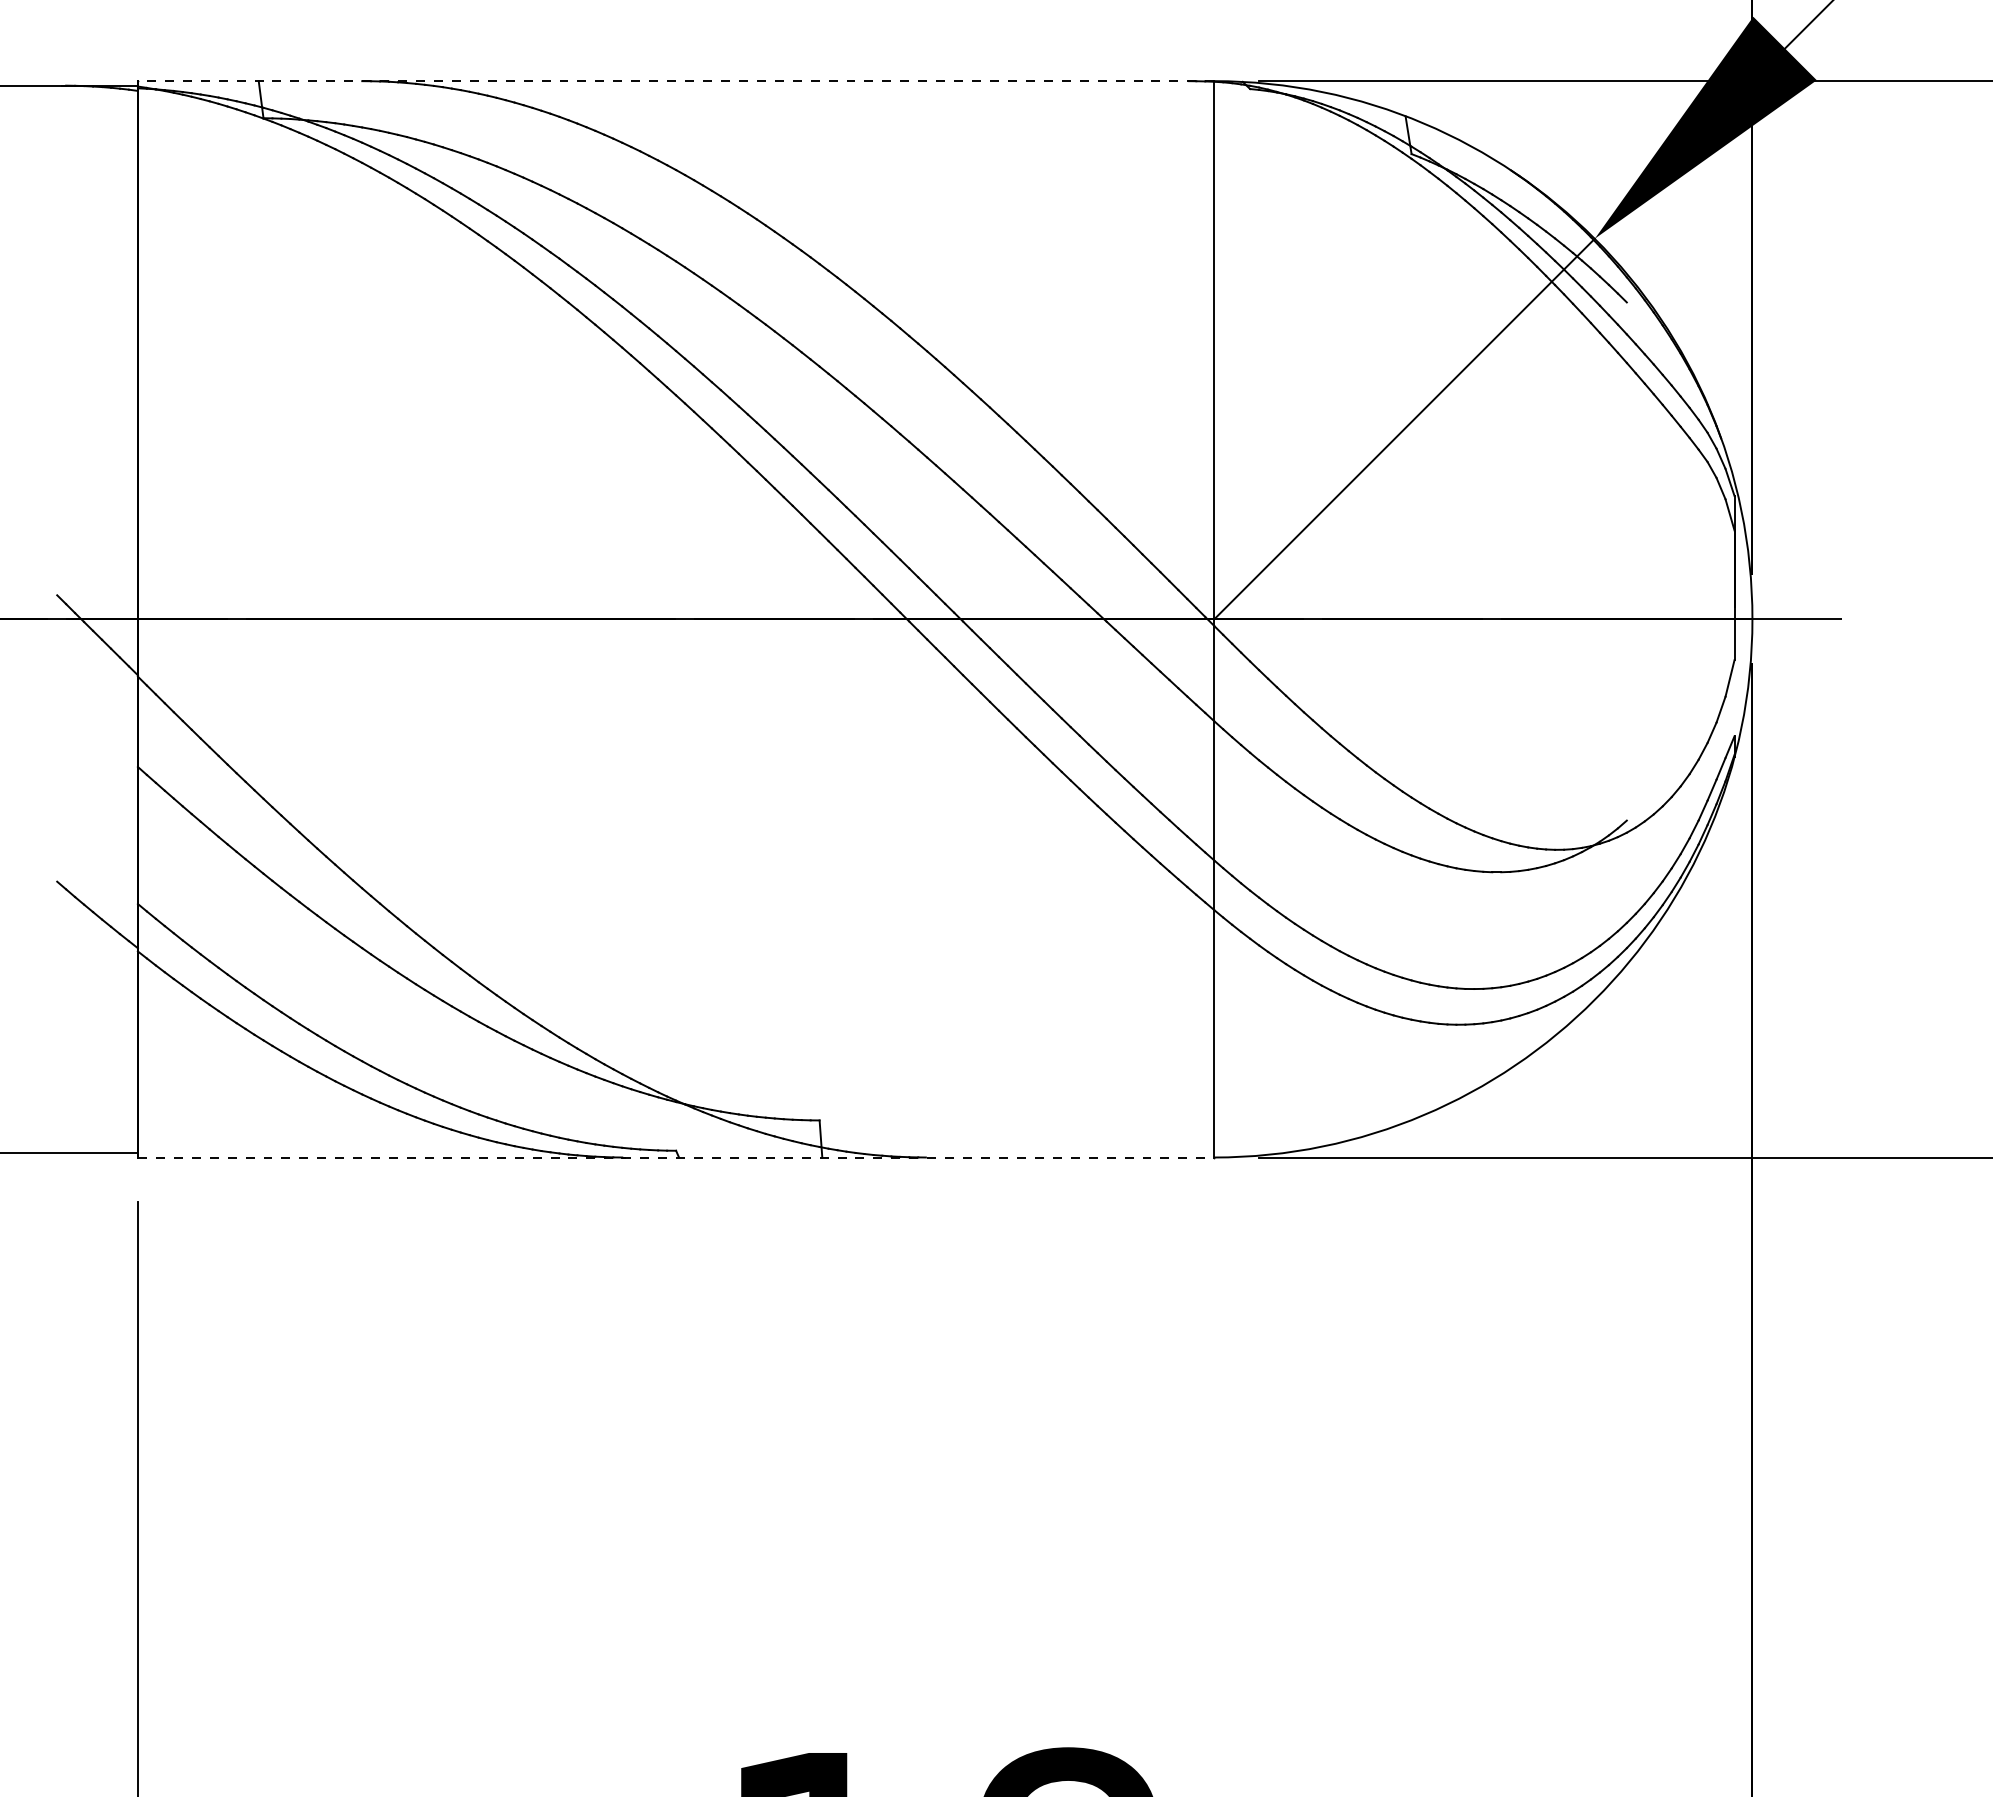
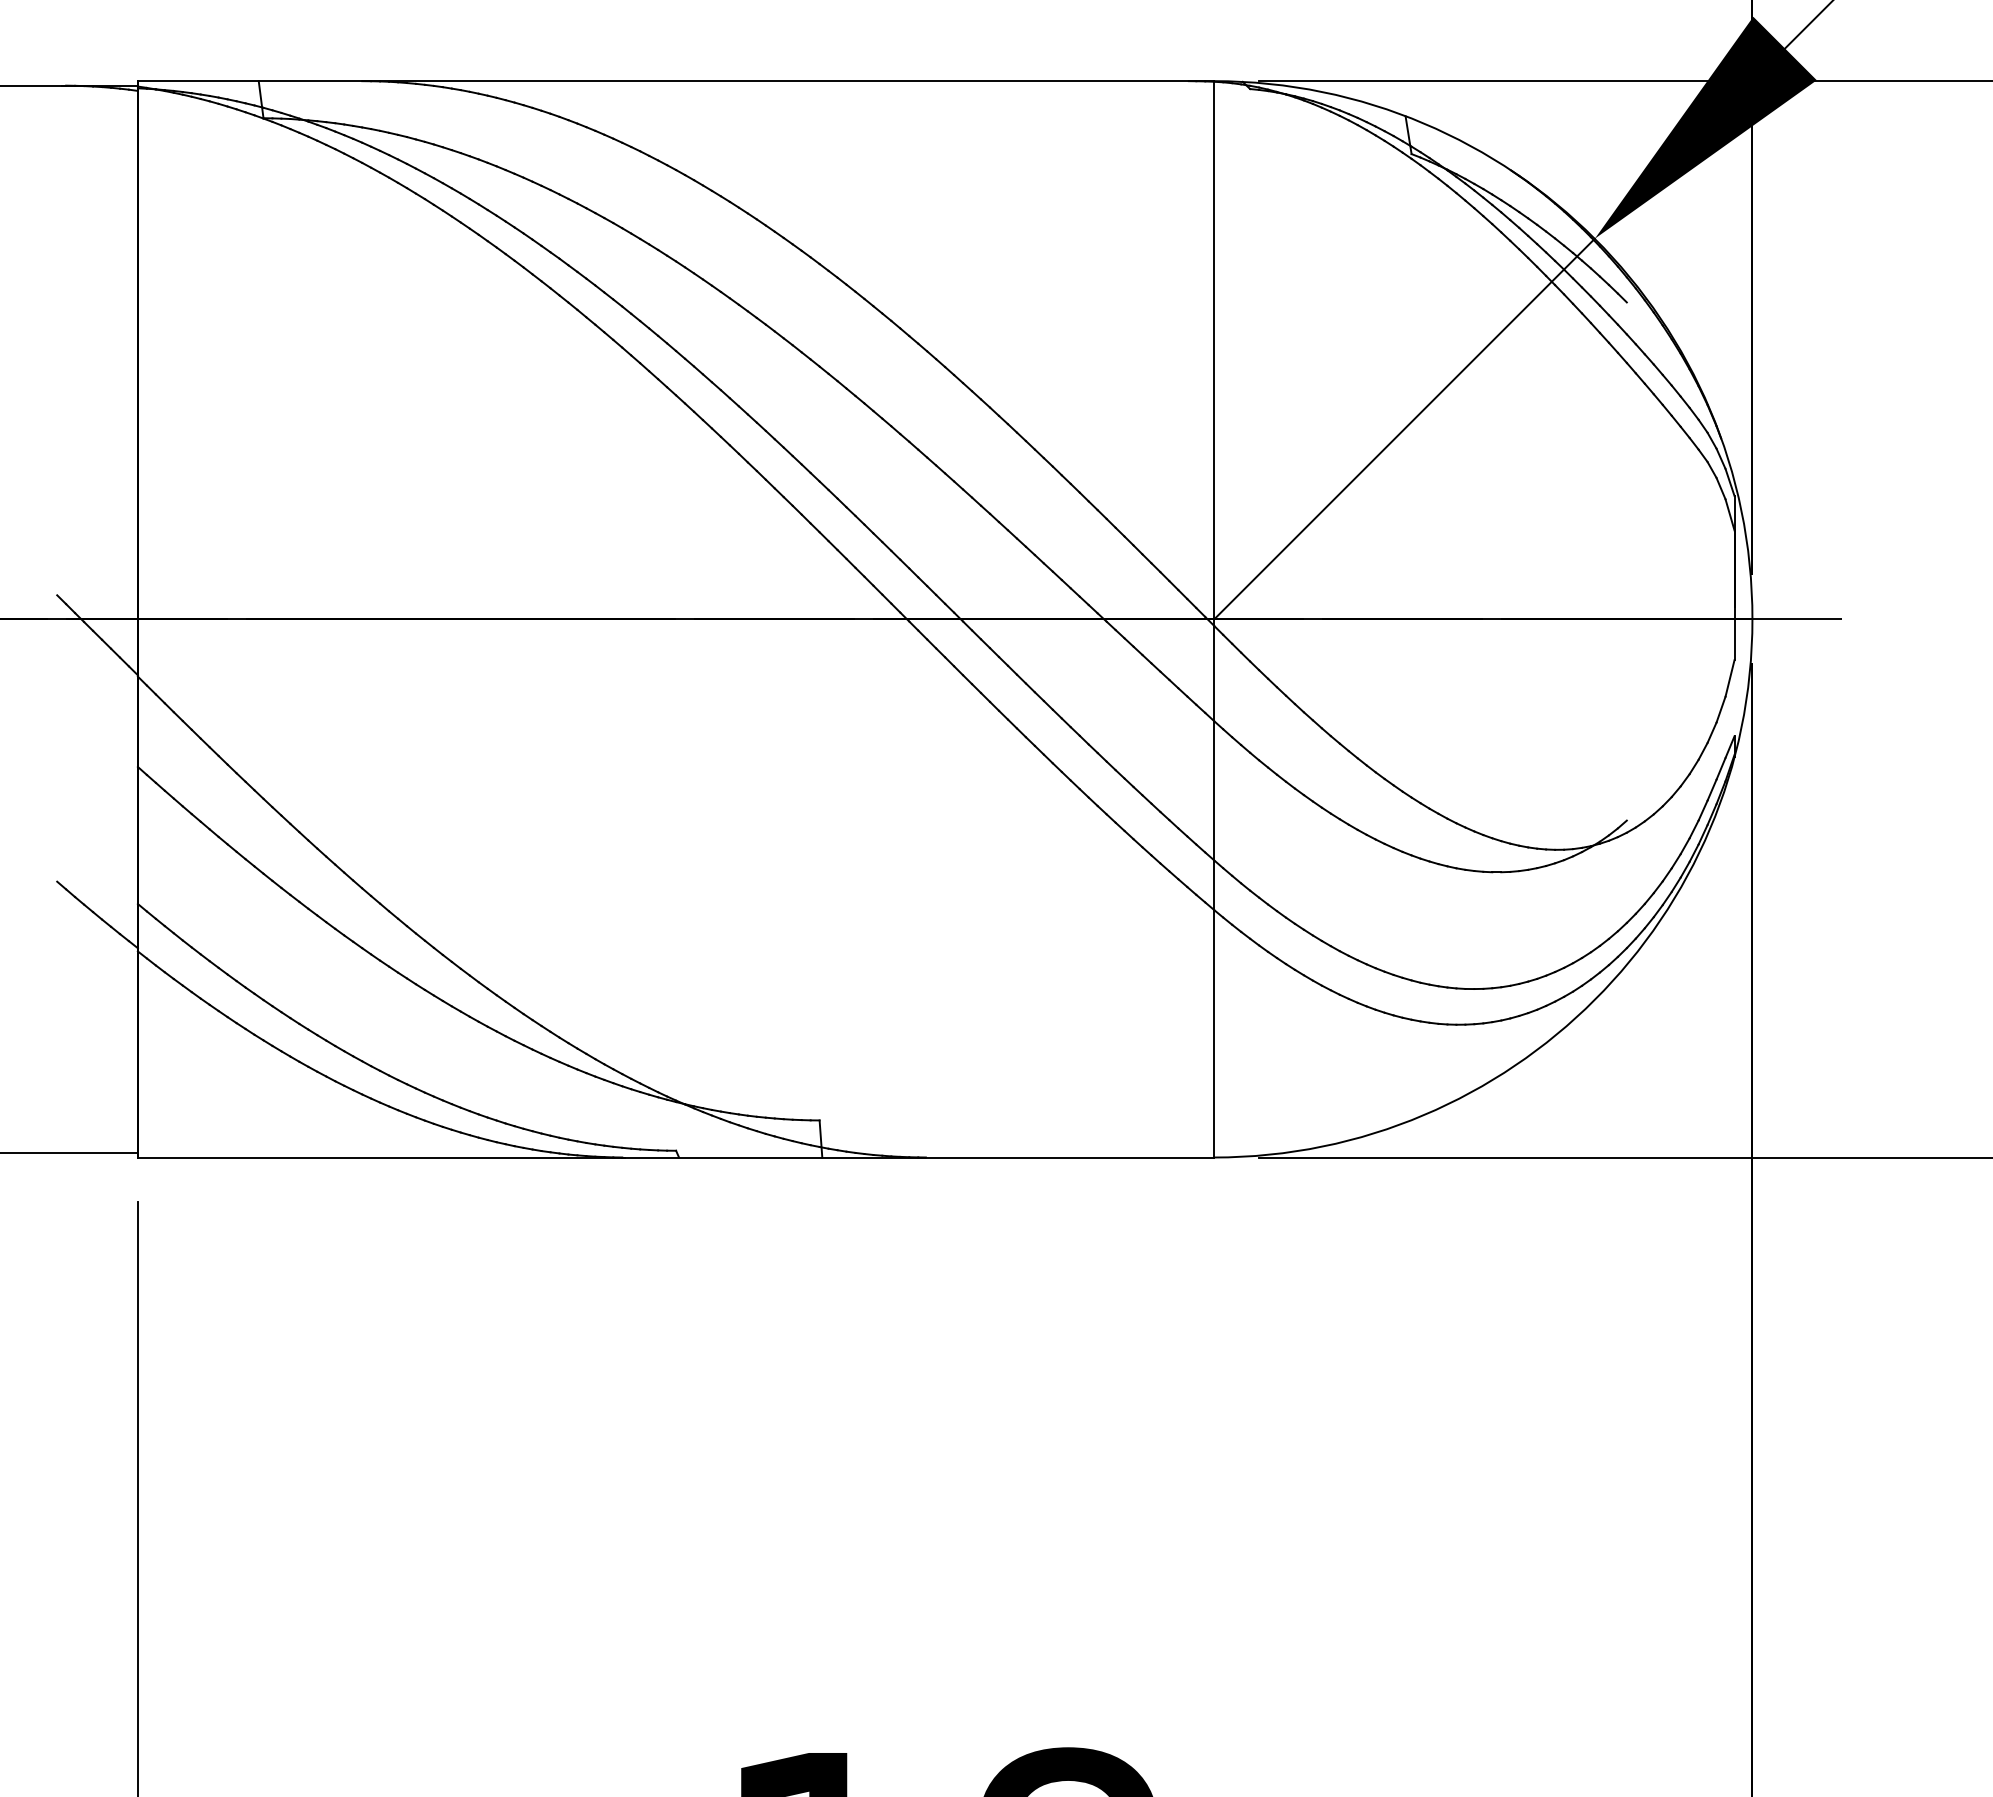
line at (675, 81): dashed -> solid
line at (676, 1157): dashed -> solid
